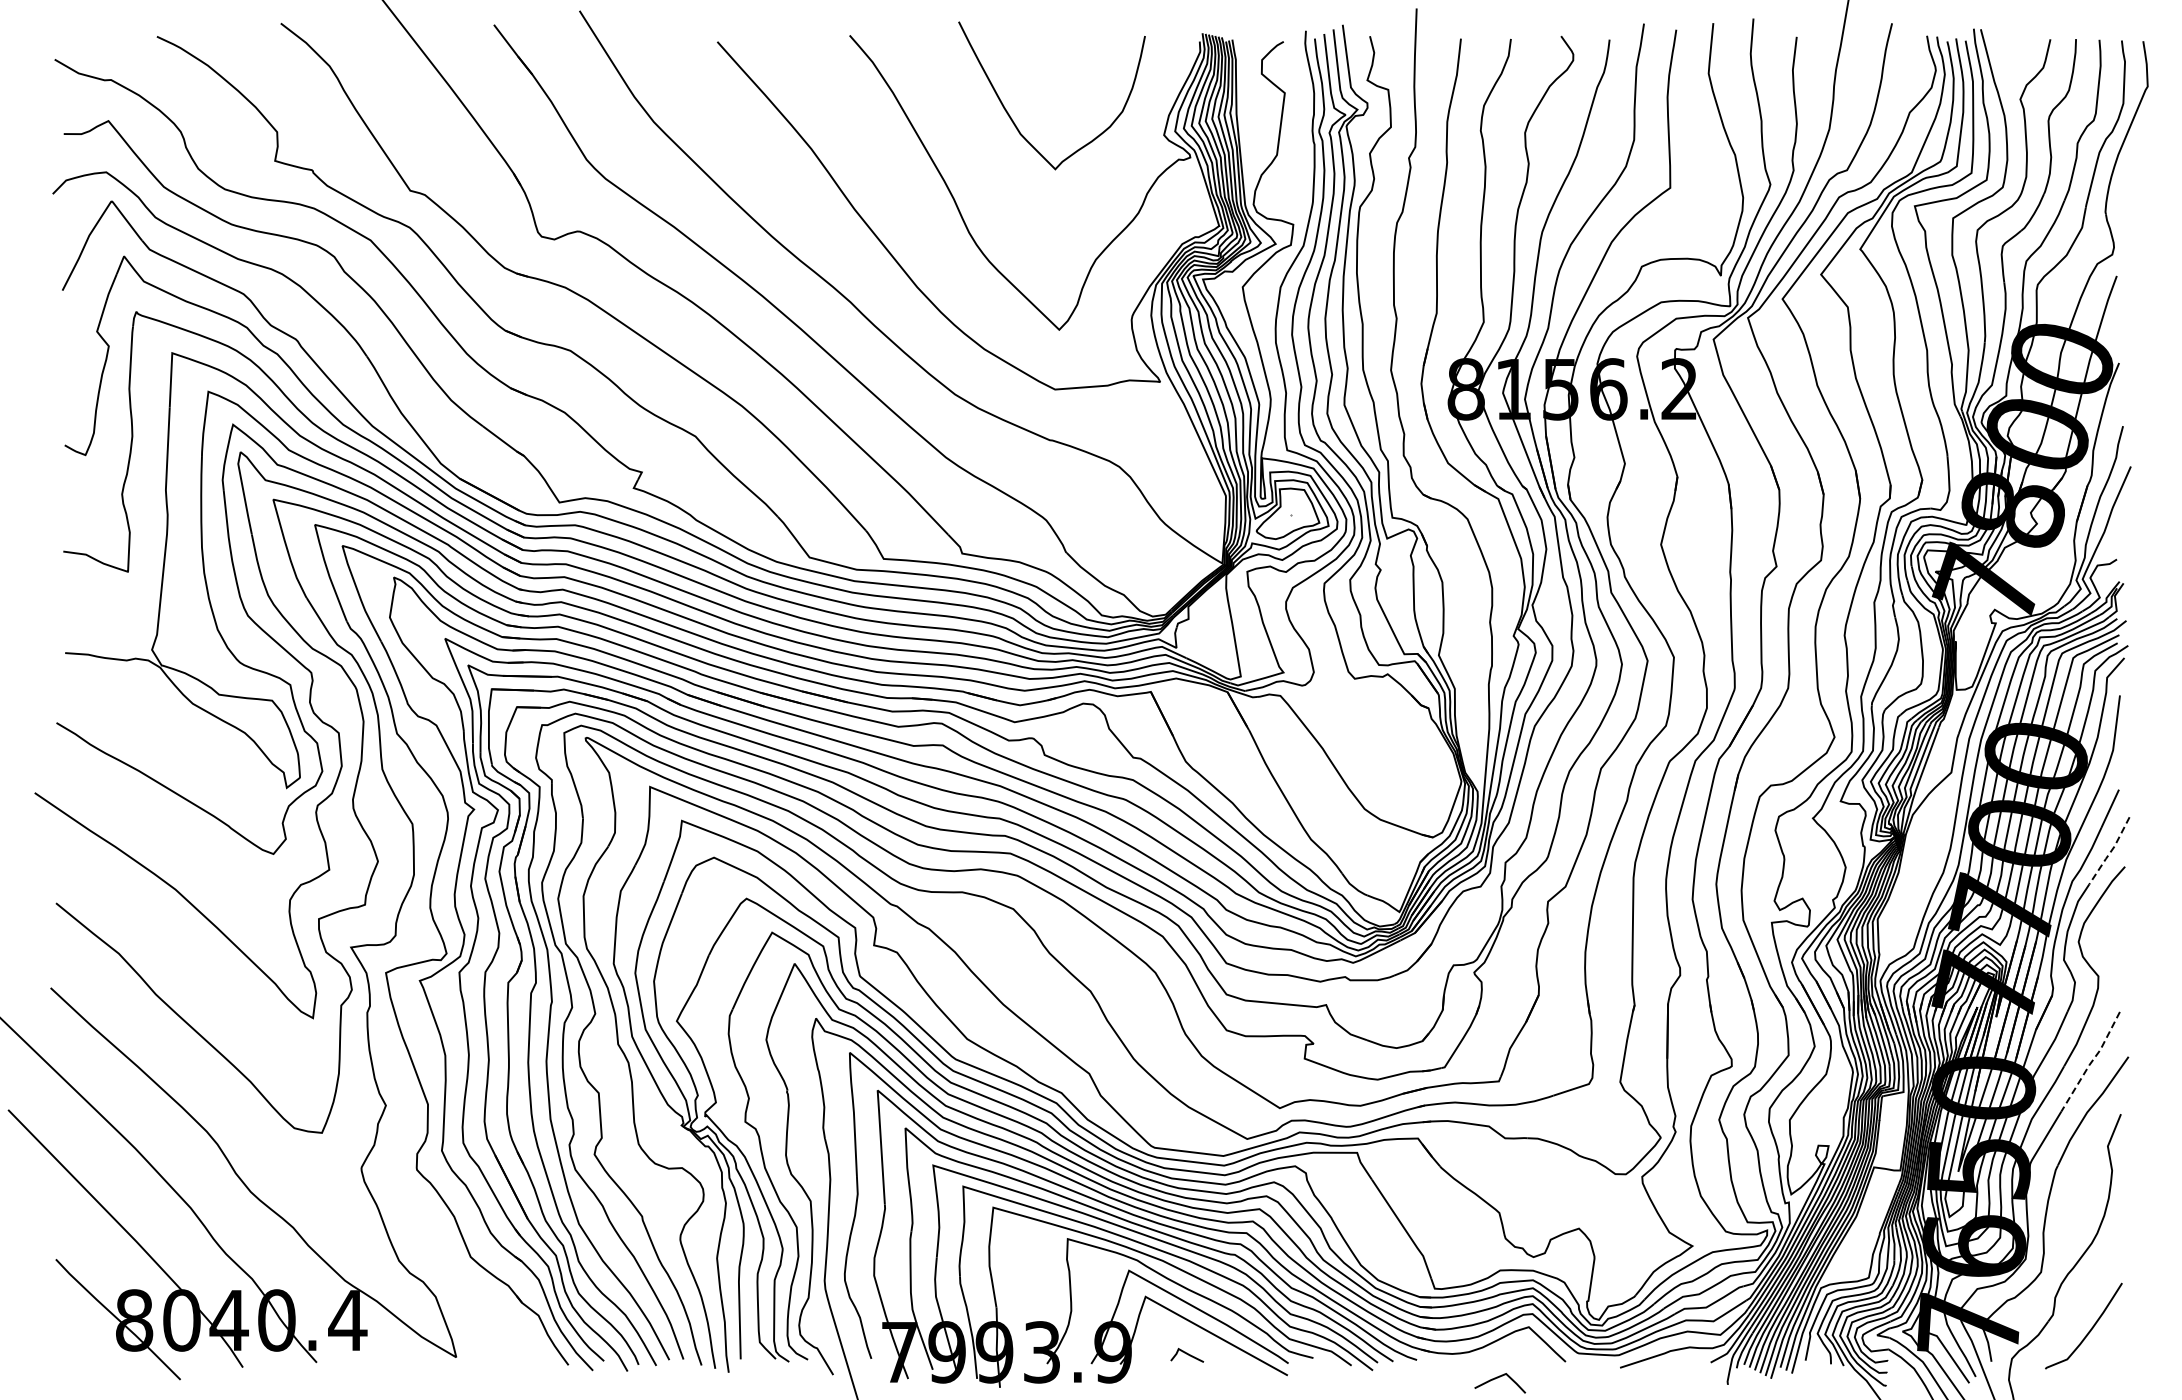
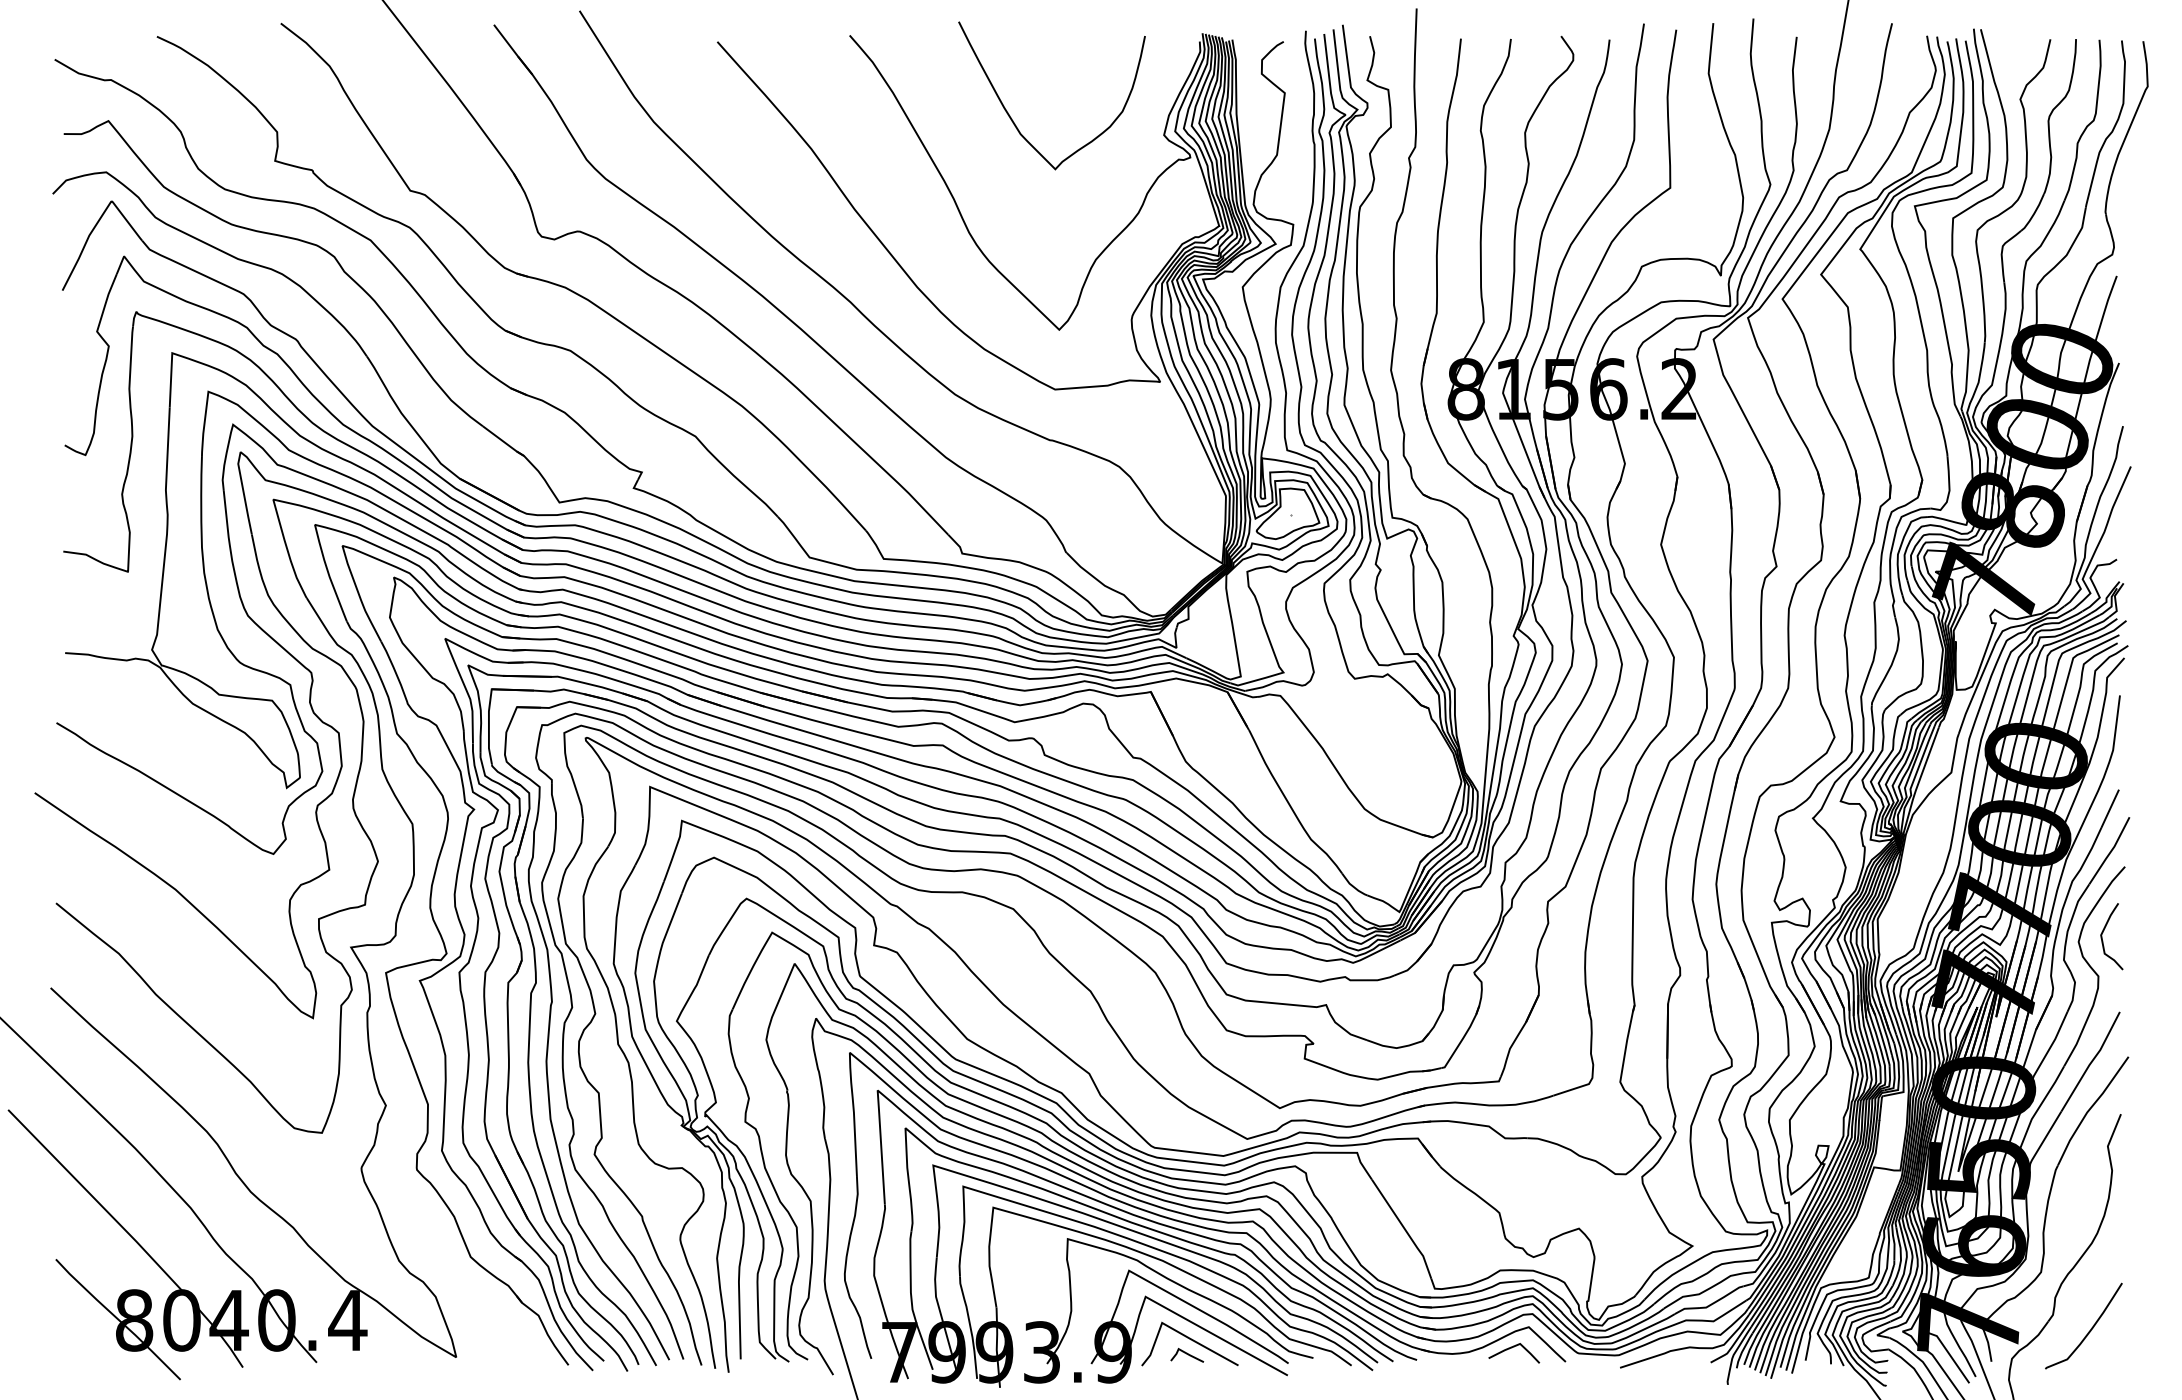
line at (2111, 851): dashed -> solid
curve at (2103, 932): none -> present
line at (2091, 1062): dashed -> solid
curve at (1190, 1340): none -> present
line at (1498, 1378) position: (1498, 1378) -> (1512, 1348)
